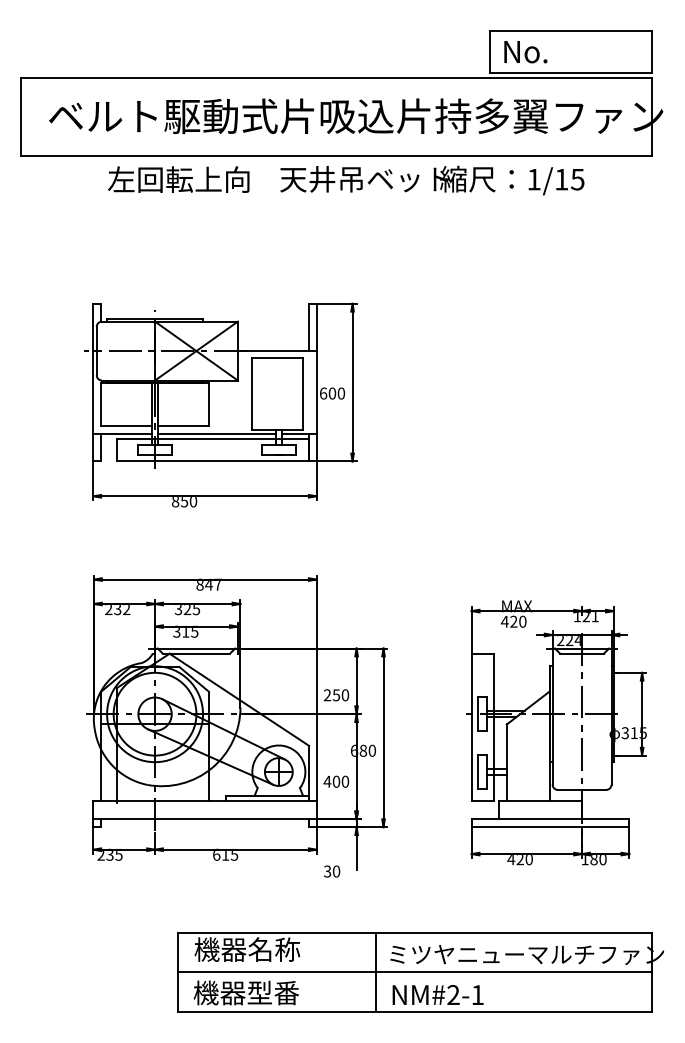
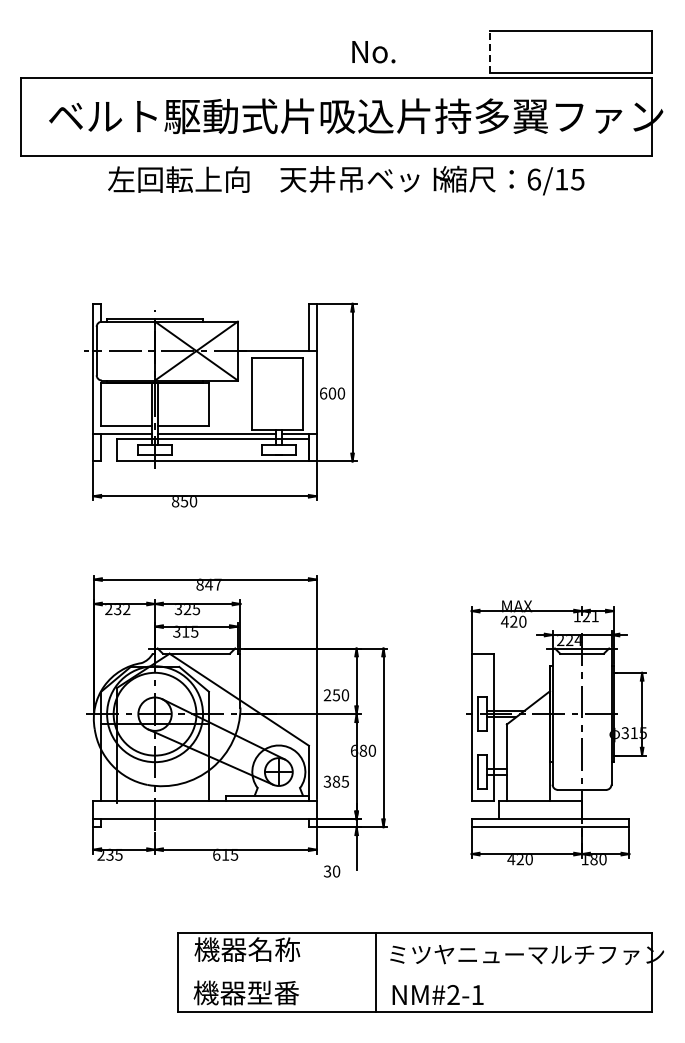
line at (490, 52): solid -> dashed
text at (525, 52) position: (525, 52) -> (373, 52)
text at (534, 179): 1/15 -> 6/15
text at (336, 781): 400 -> 385
line at (414, 972): present -> none
